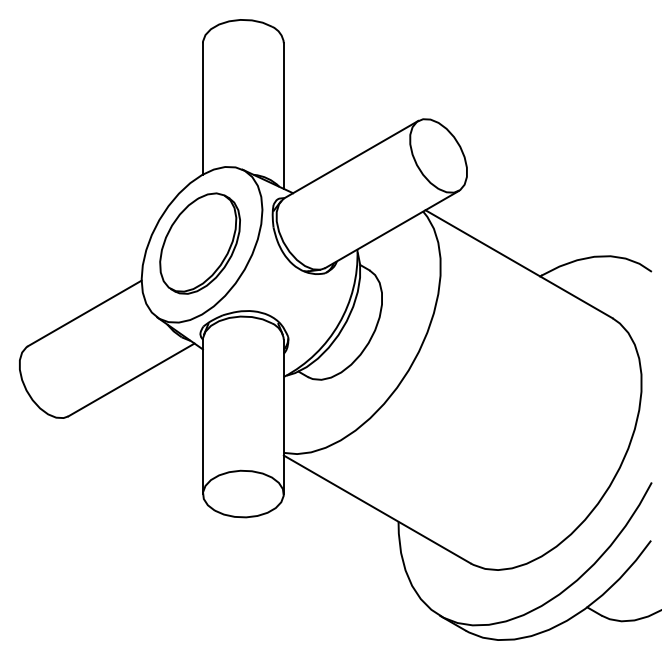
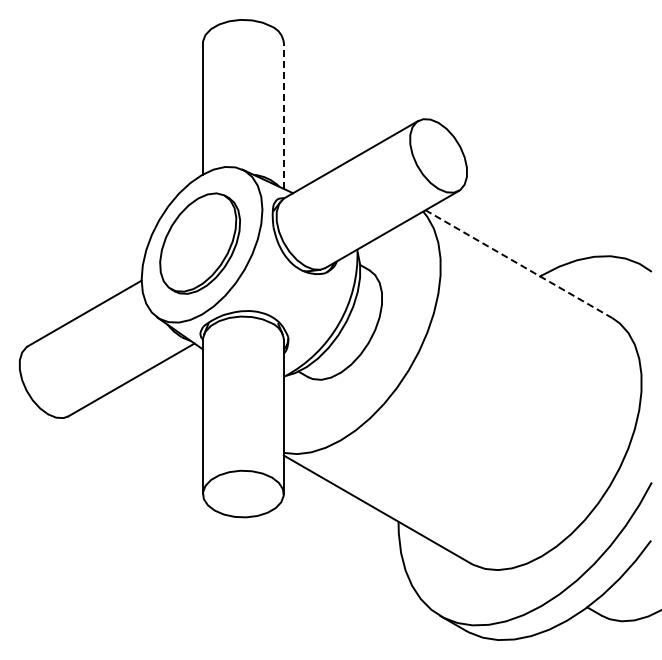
line at (283, 116): solid -> dashed
line at (518, 264): solid -> dashed
